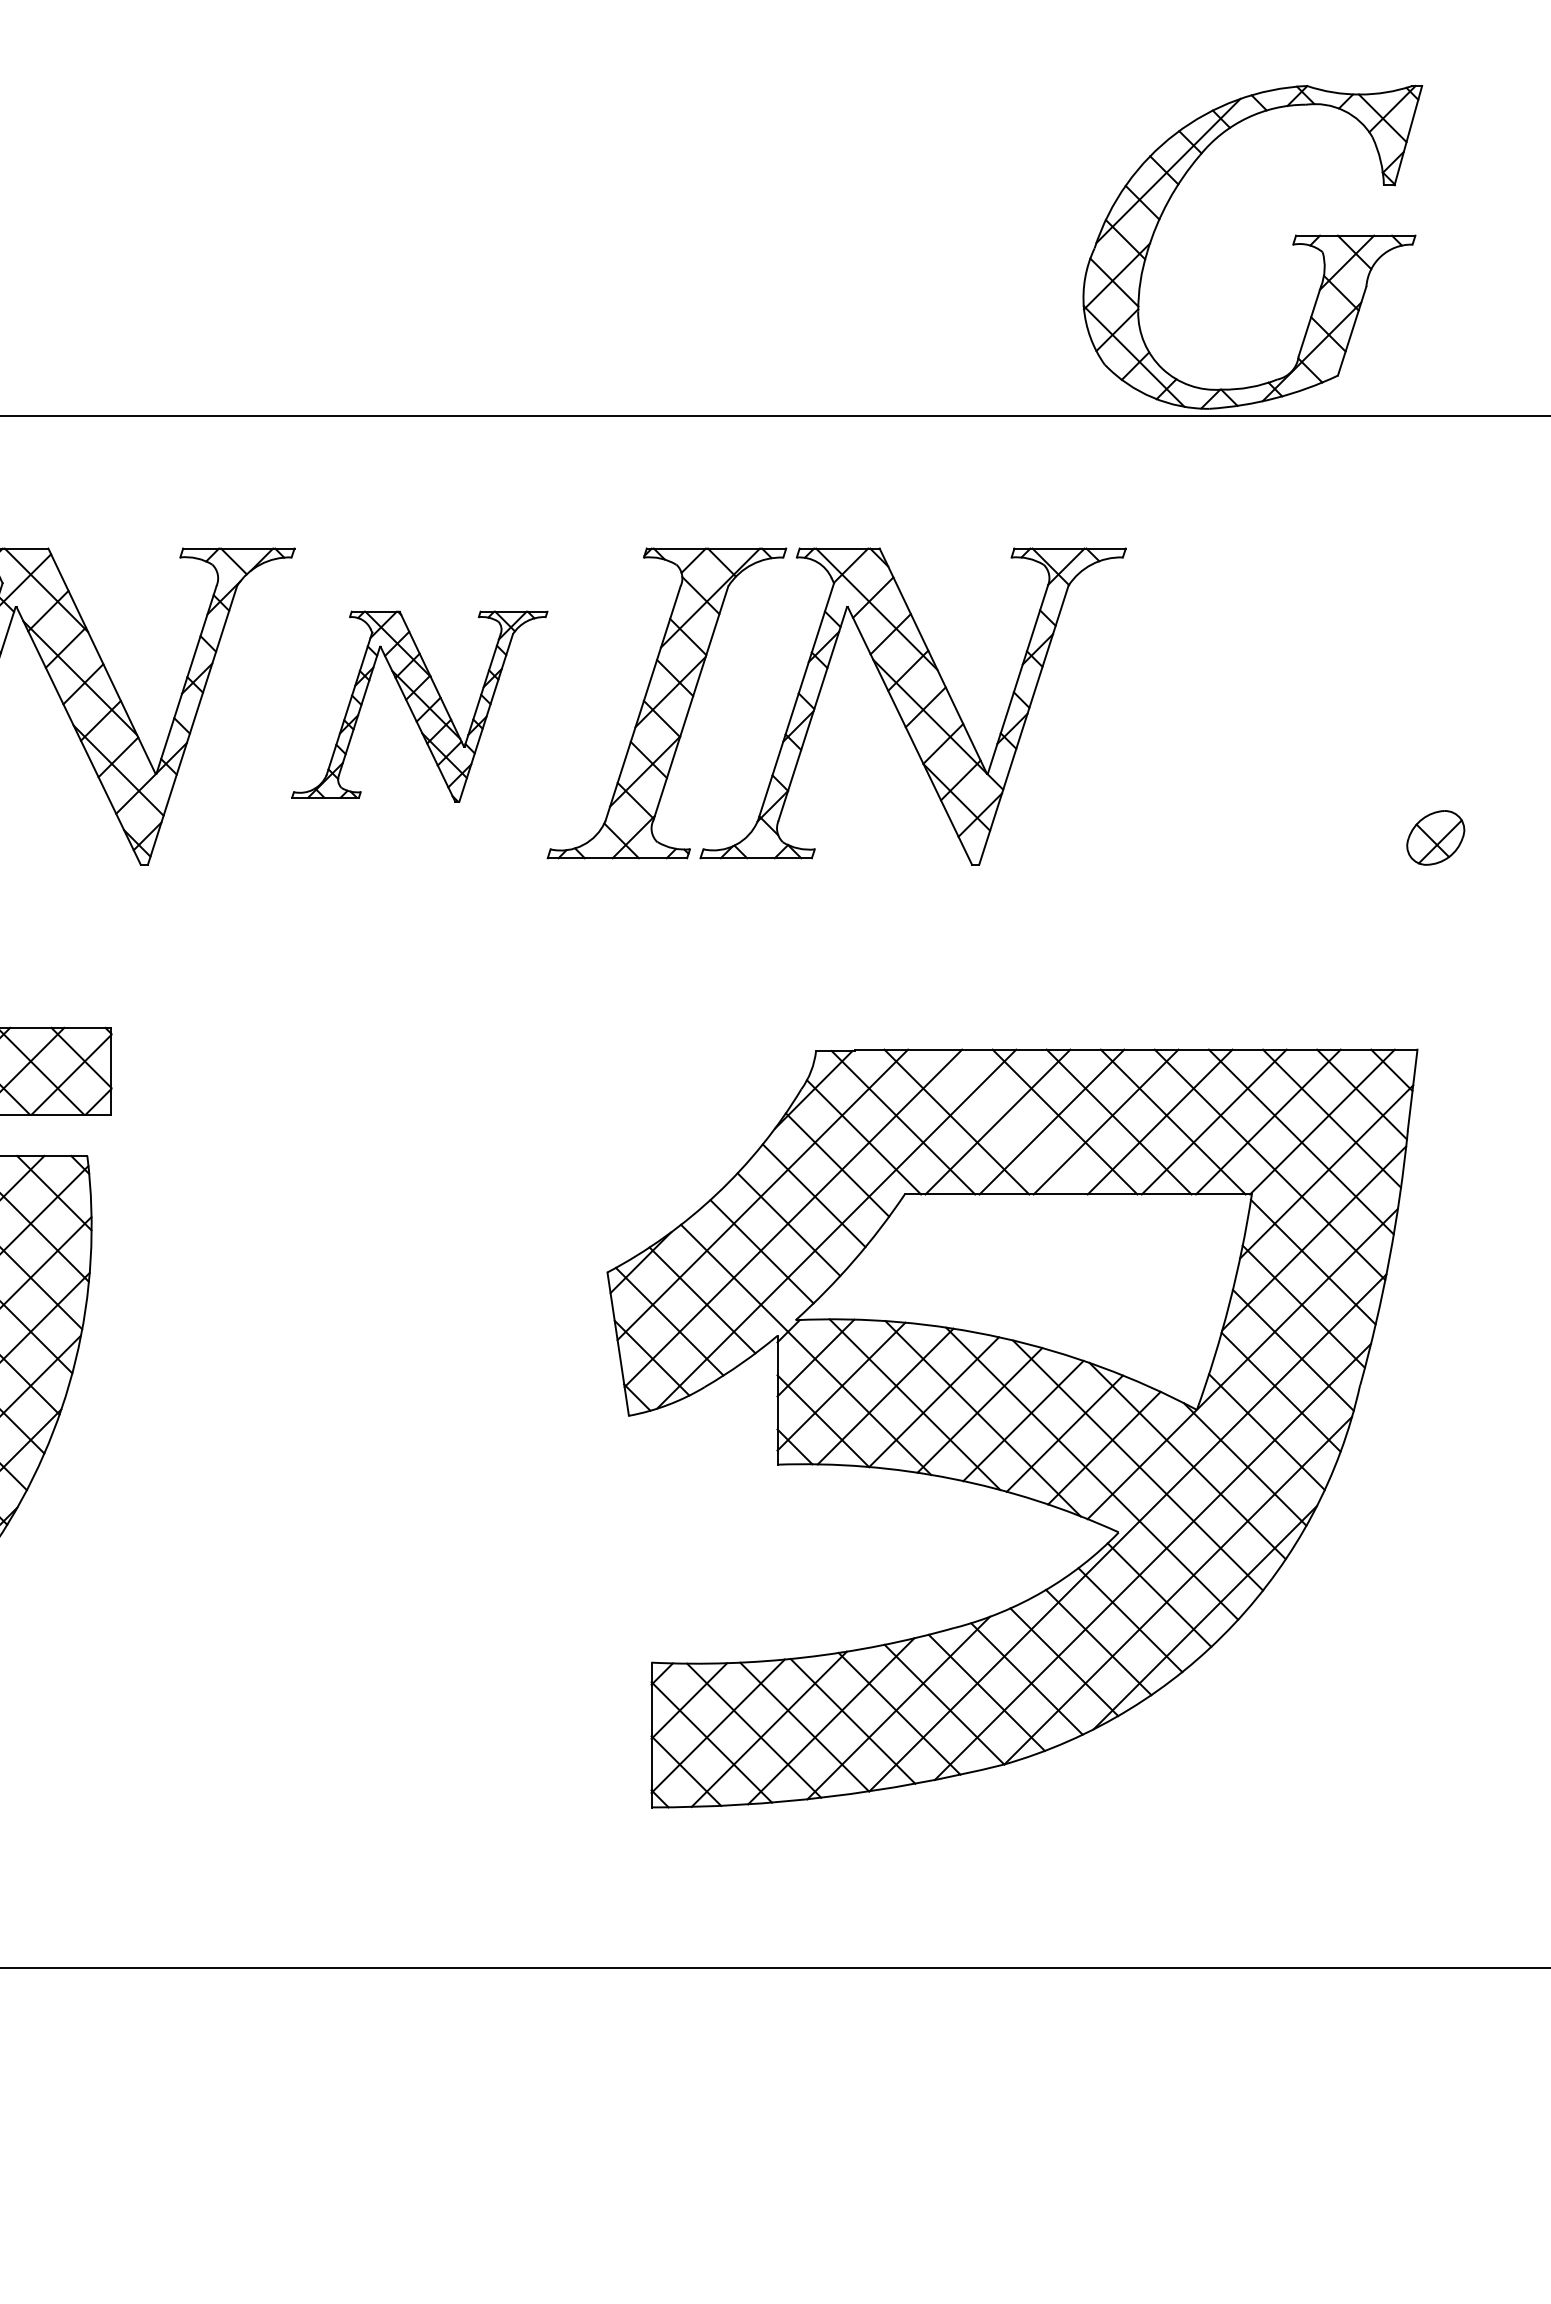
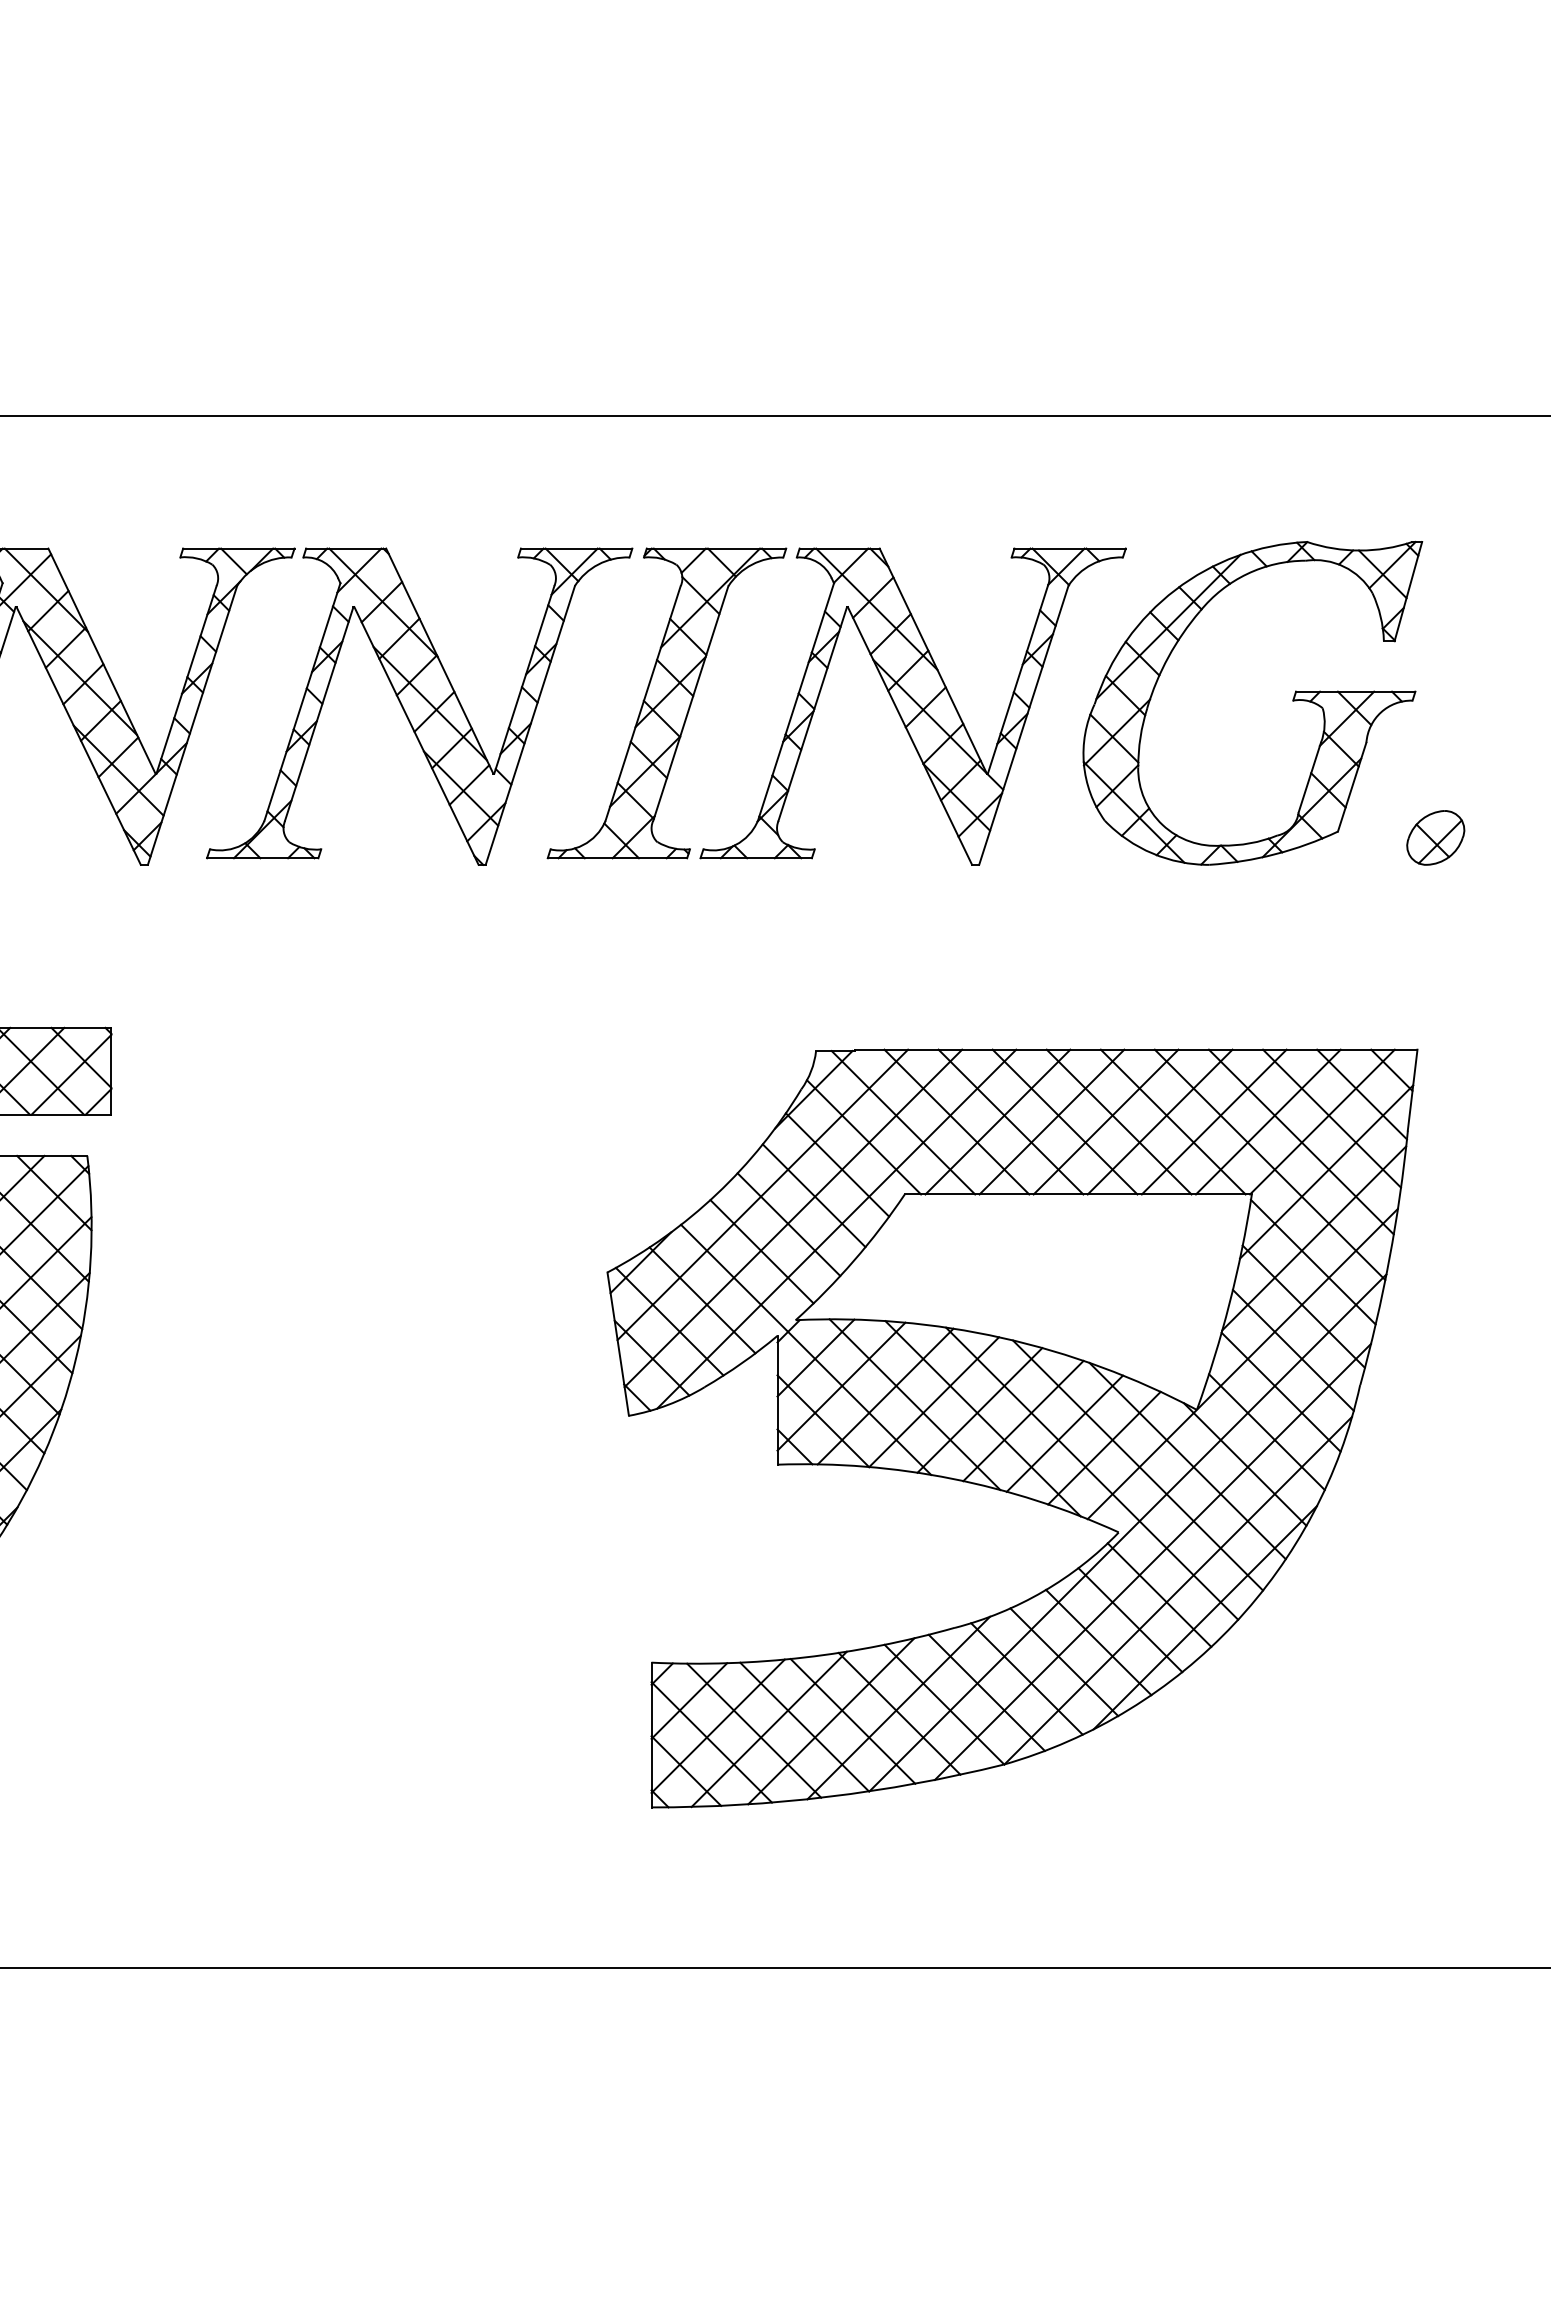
part at (1292, 245) position: (1292, 245) -> (1292, 701)
part at (419, 706) size: 258x193 px -> 428x319 px
line at (1010, 1121): none -> present
